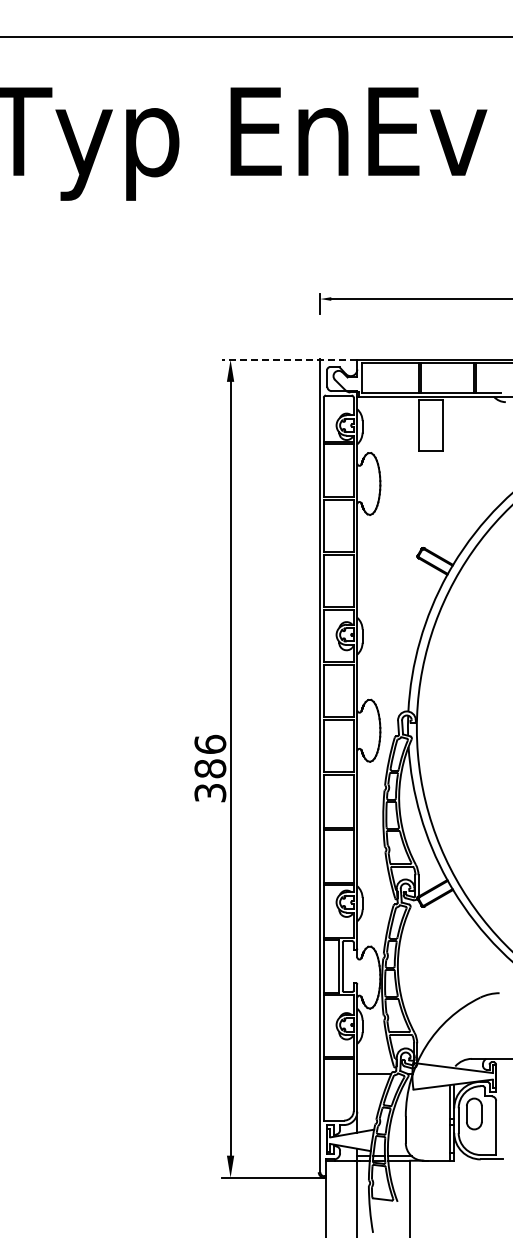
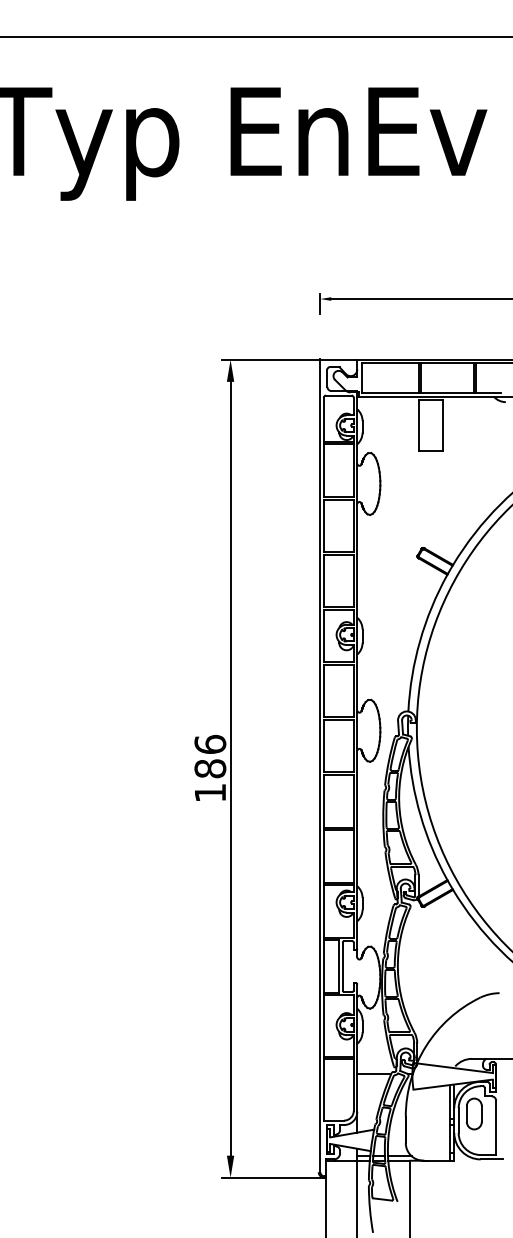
line at (289, 359): dashed -> solid
text at (210, 793): 386 -> 186
